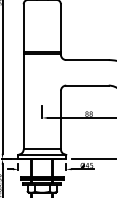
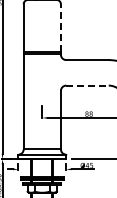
line at (60, 28): solid -> dashed
line at (87, 85): solid -> dashed
